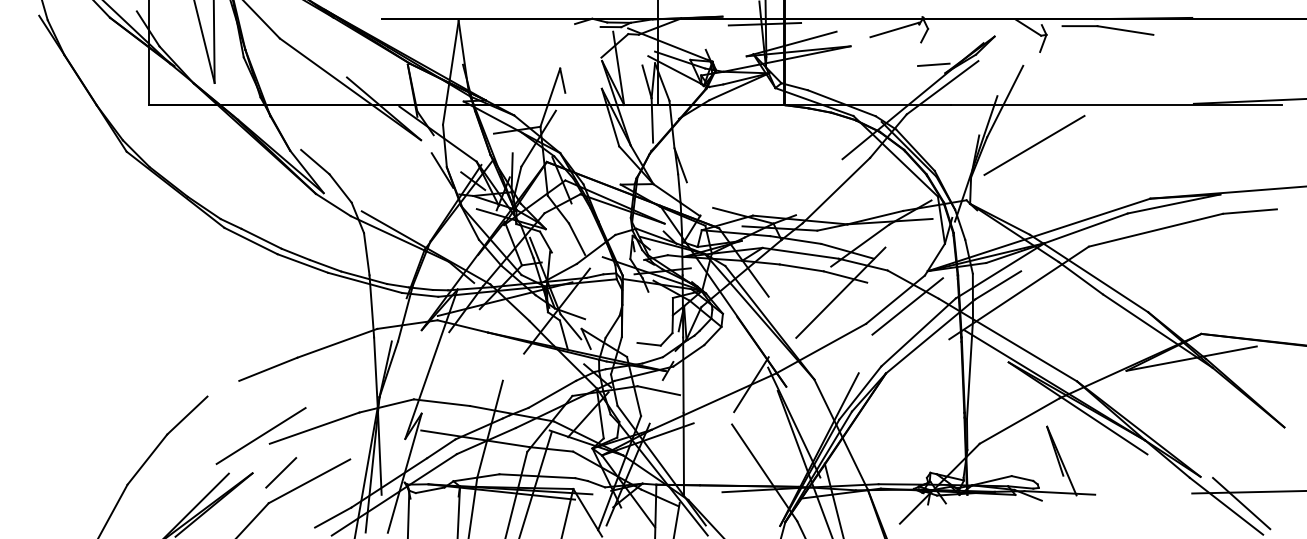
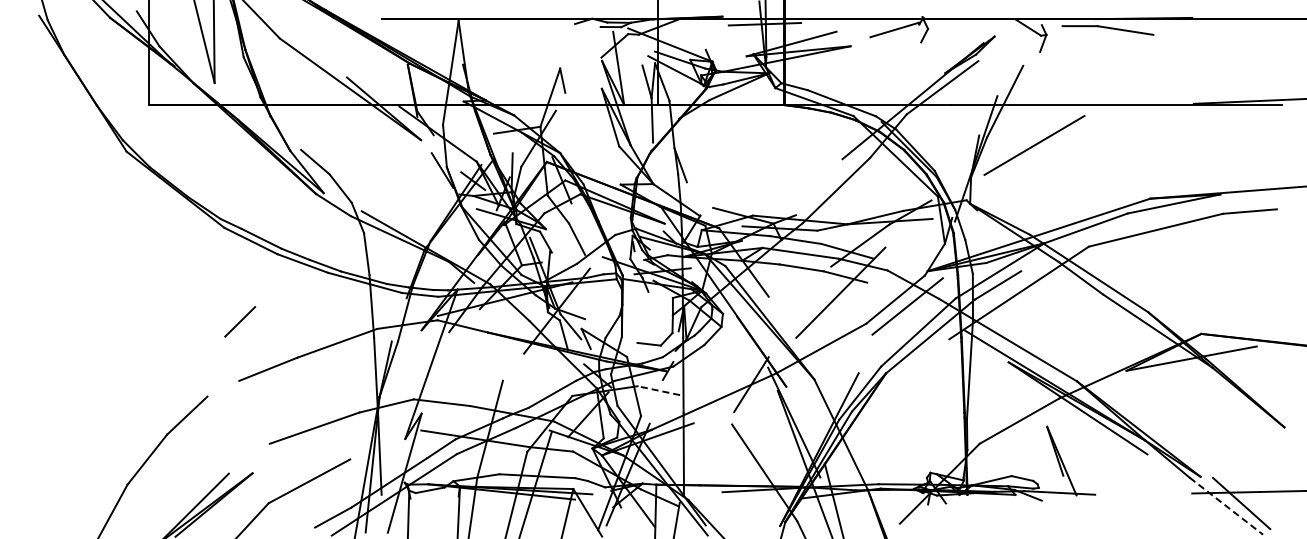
line at (933, 64): present -> none
line at (658, 390): solid -> dashed
line at (260, 435): present -> none
line at (281, 472) position: (281, 472) -> (240, 321)
line at (1226, 506): solid -> dashed
